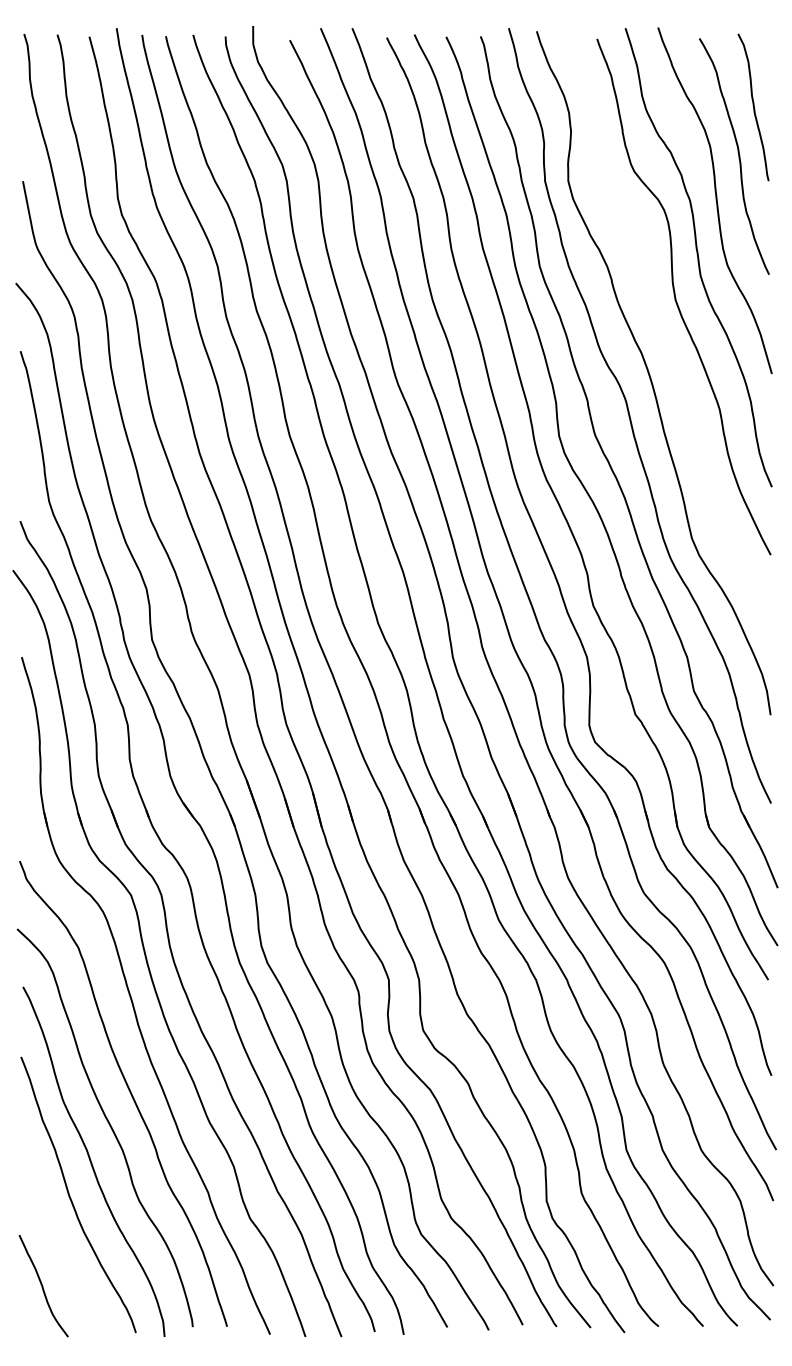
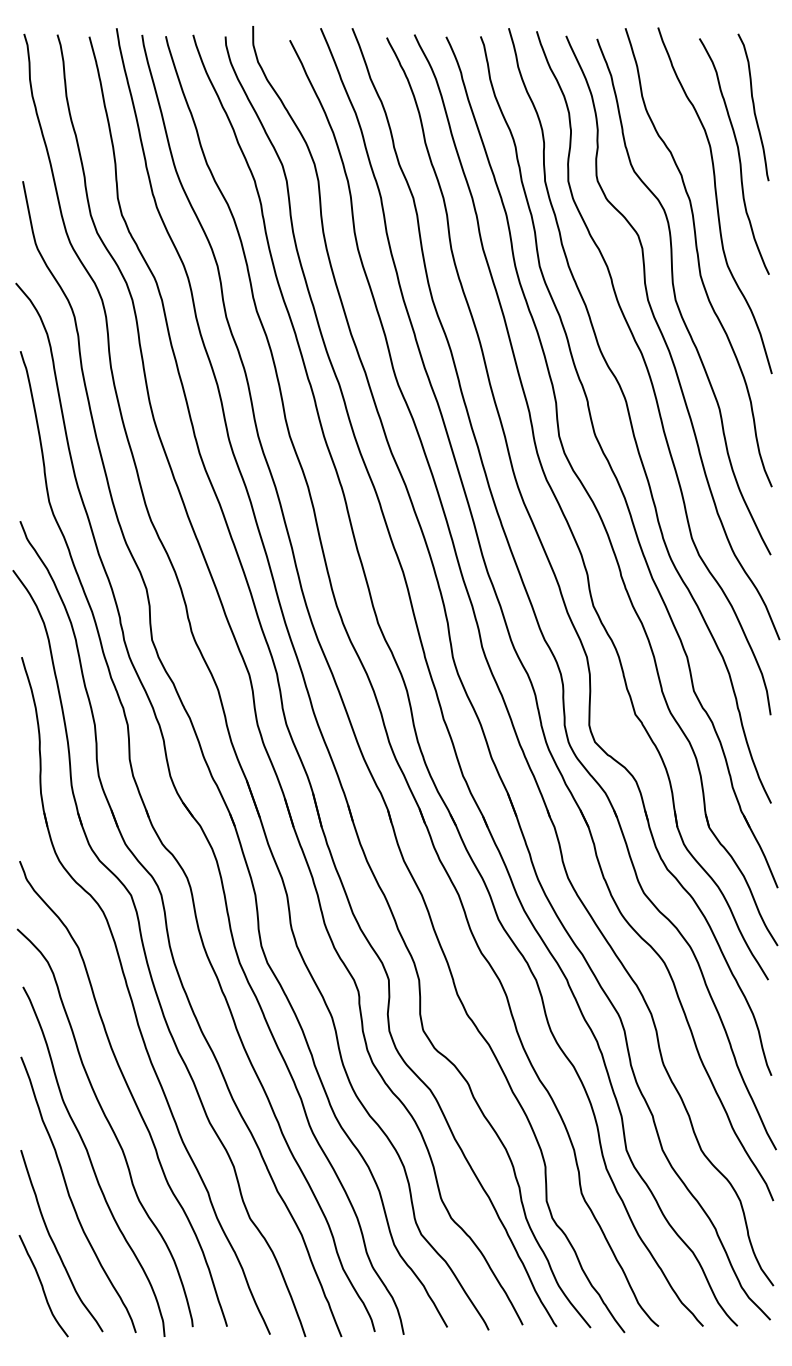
curve at (666, 341): none -> present
curve at (55, 1244): none -> present
